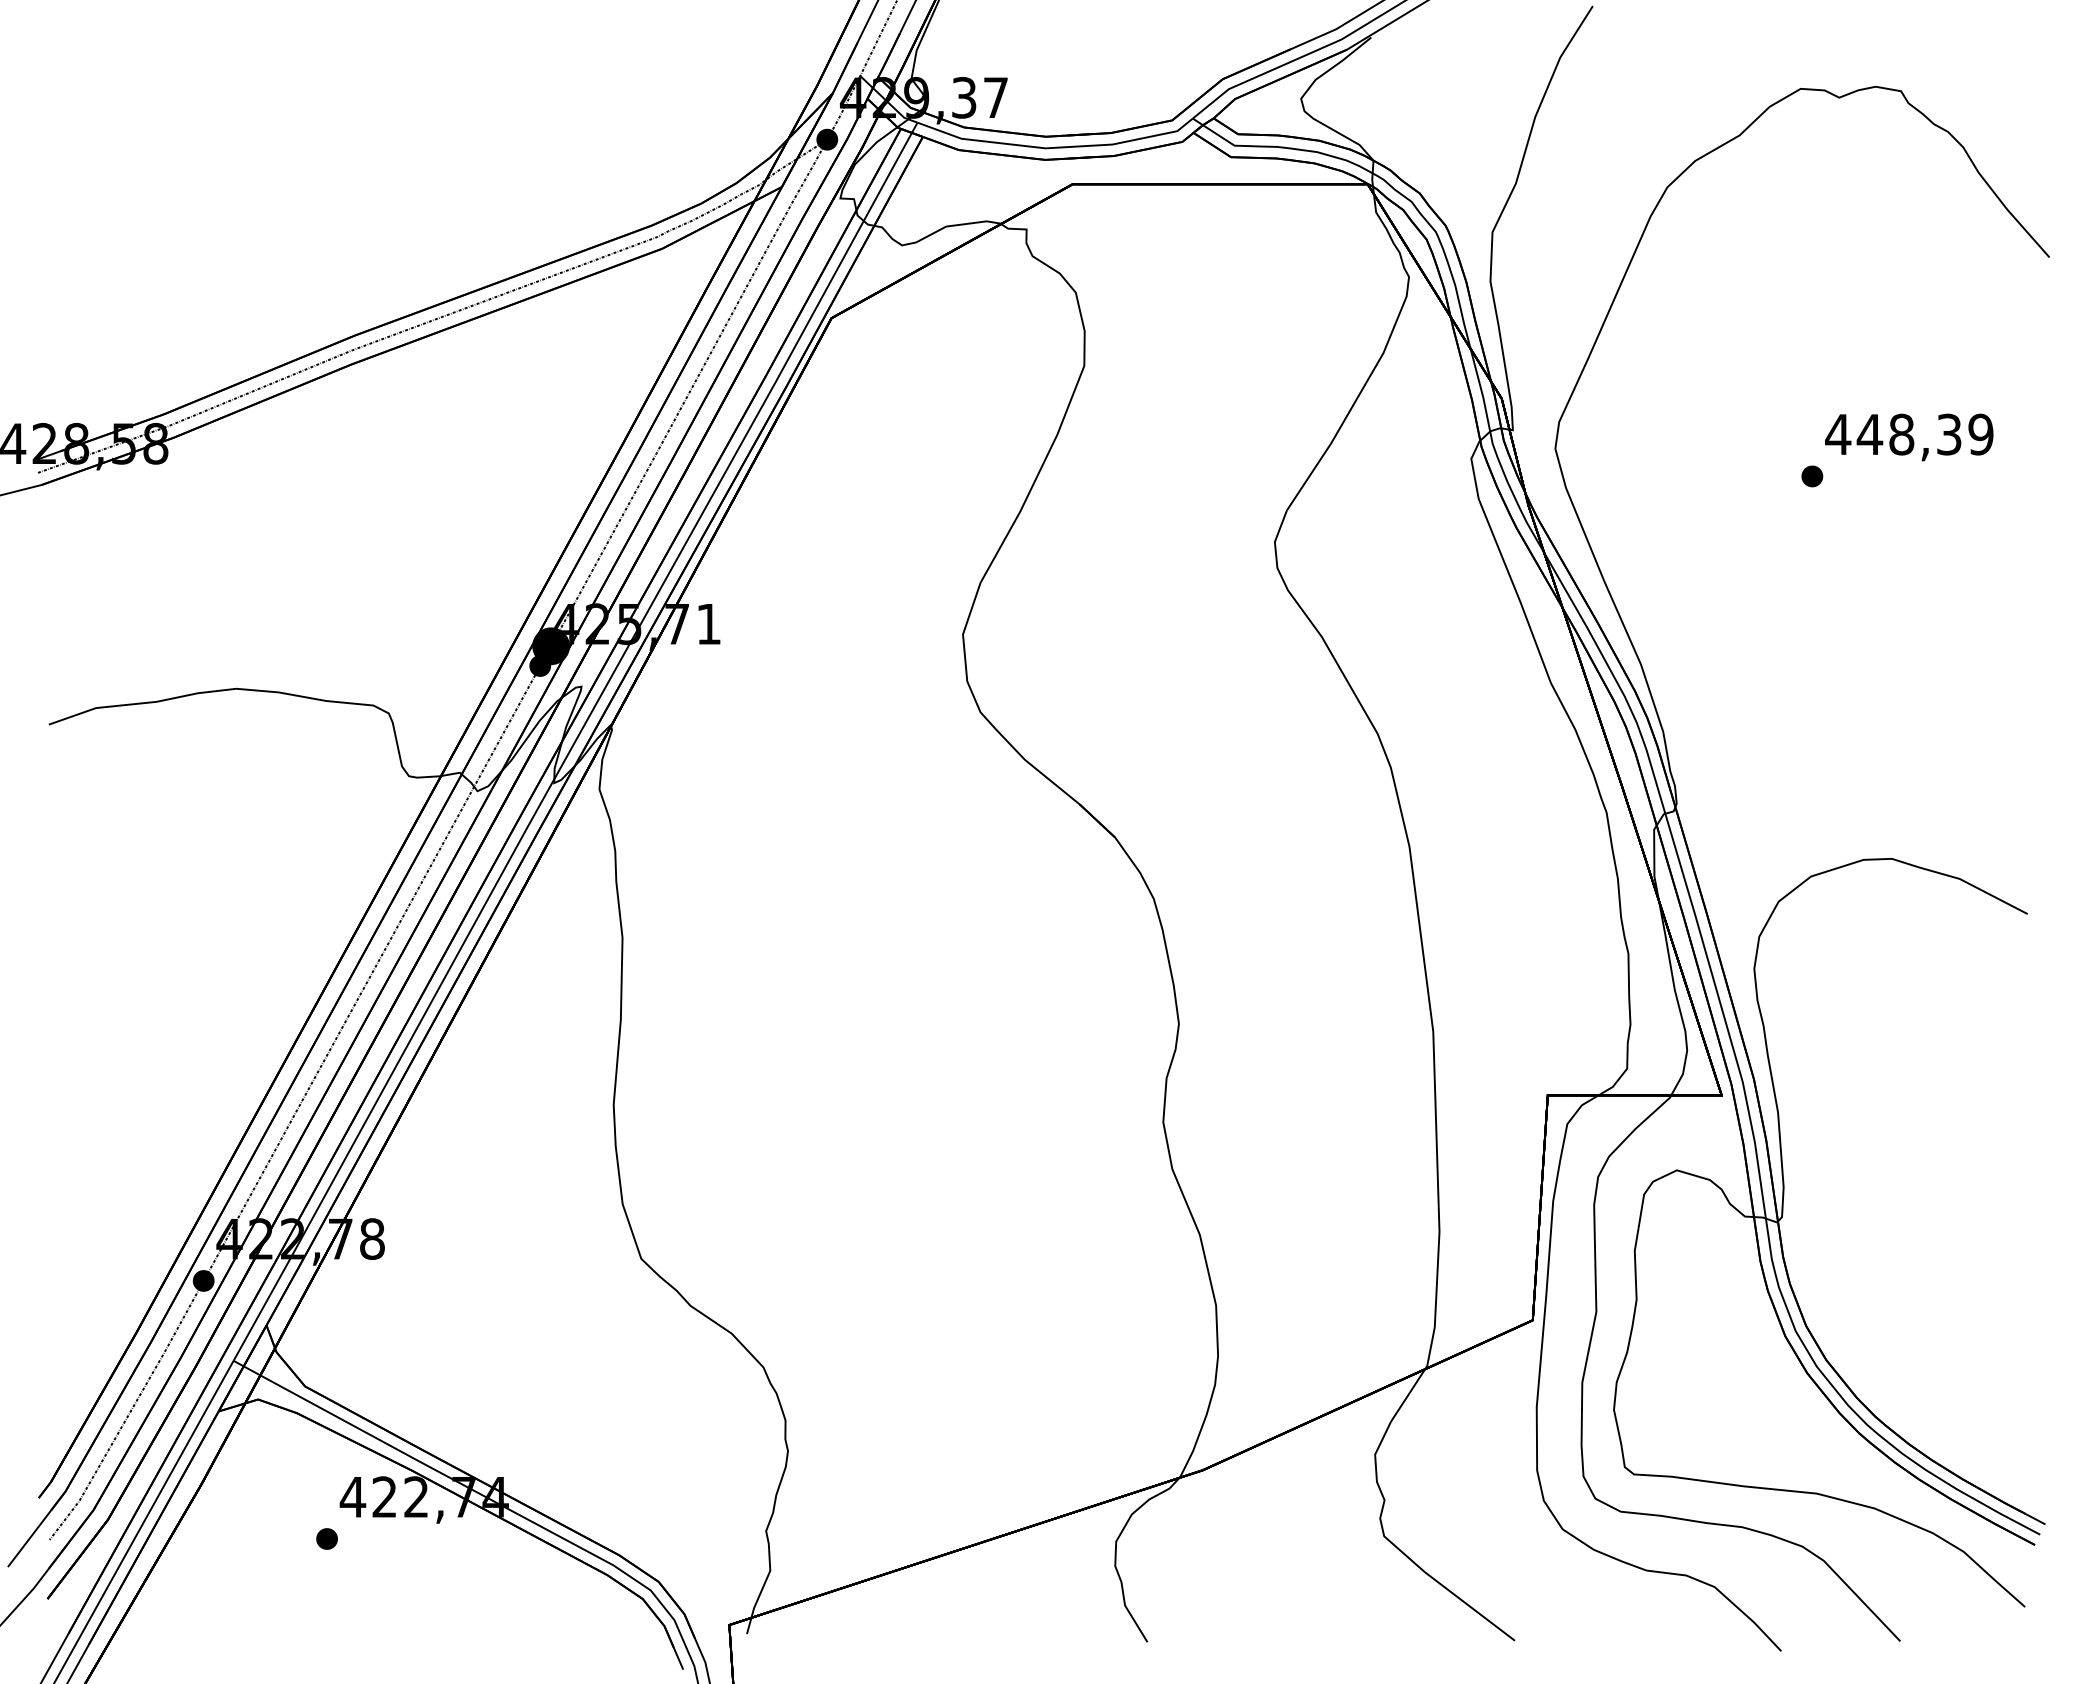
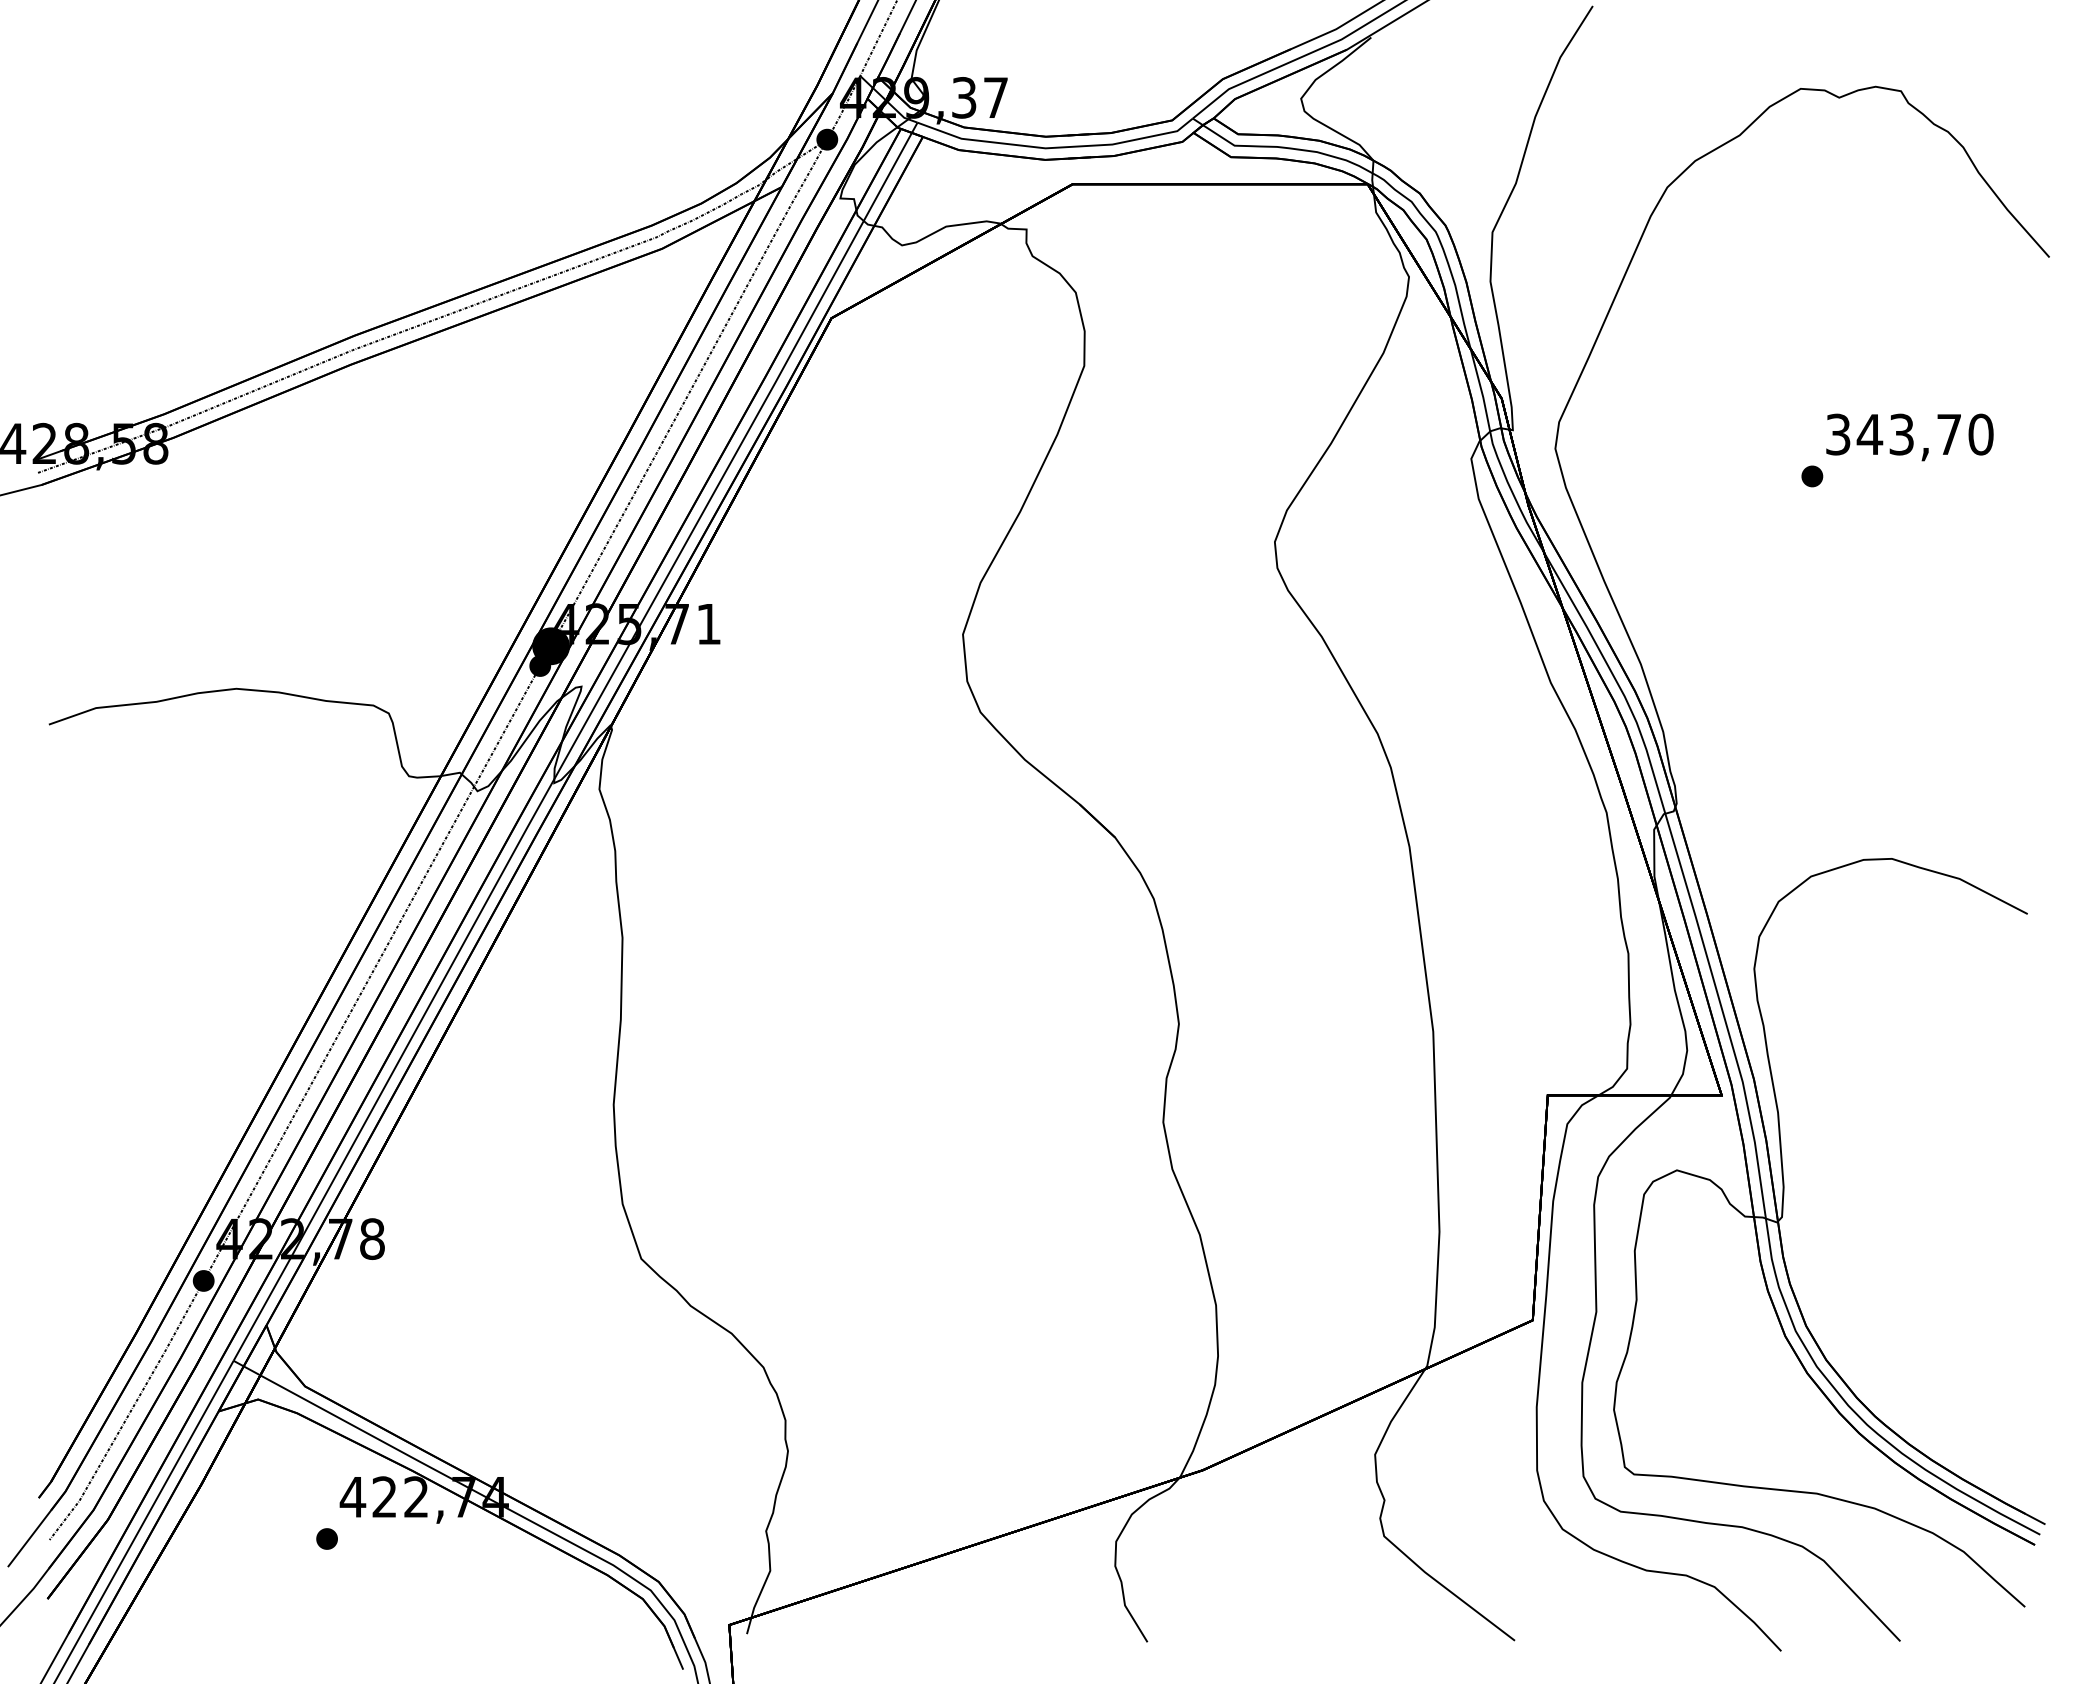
text at (1909, 434): 448,39 -> 343,70
